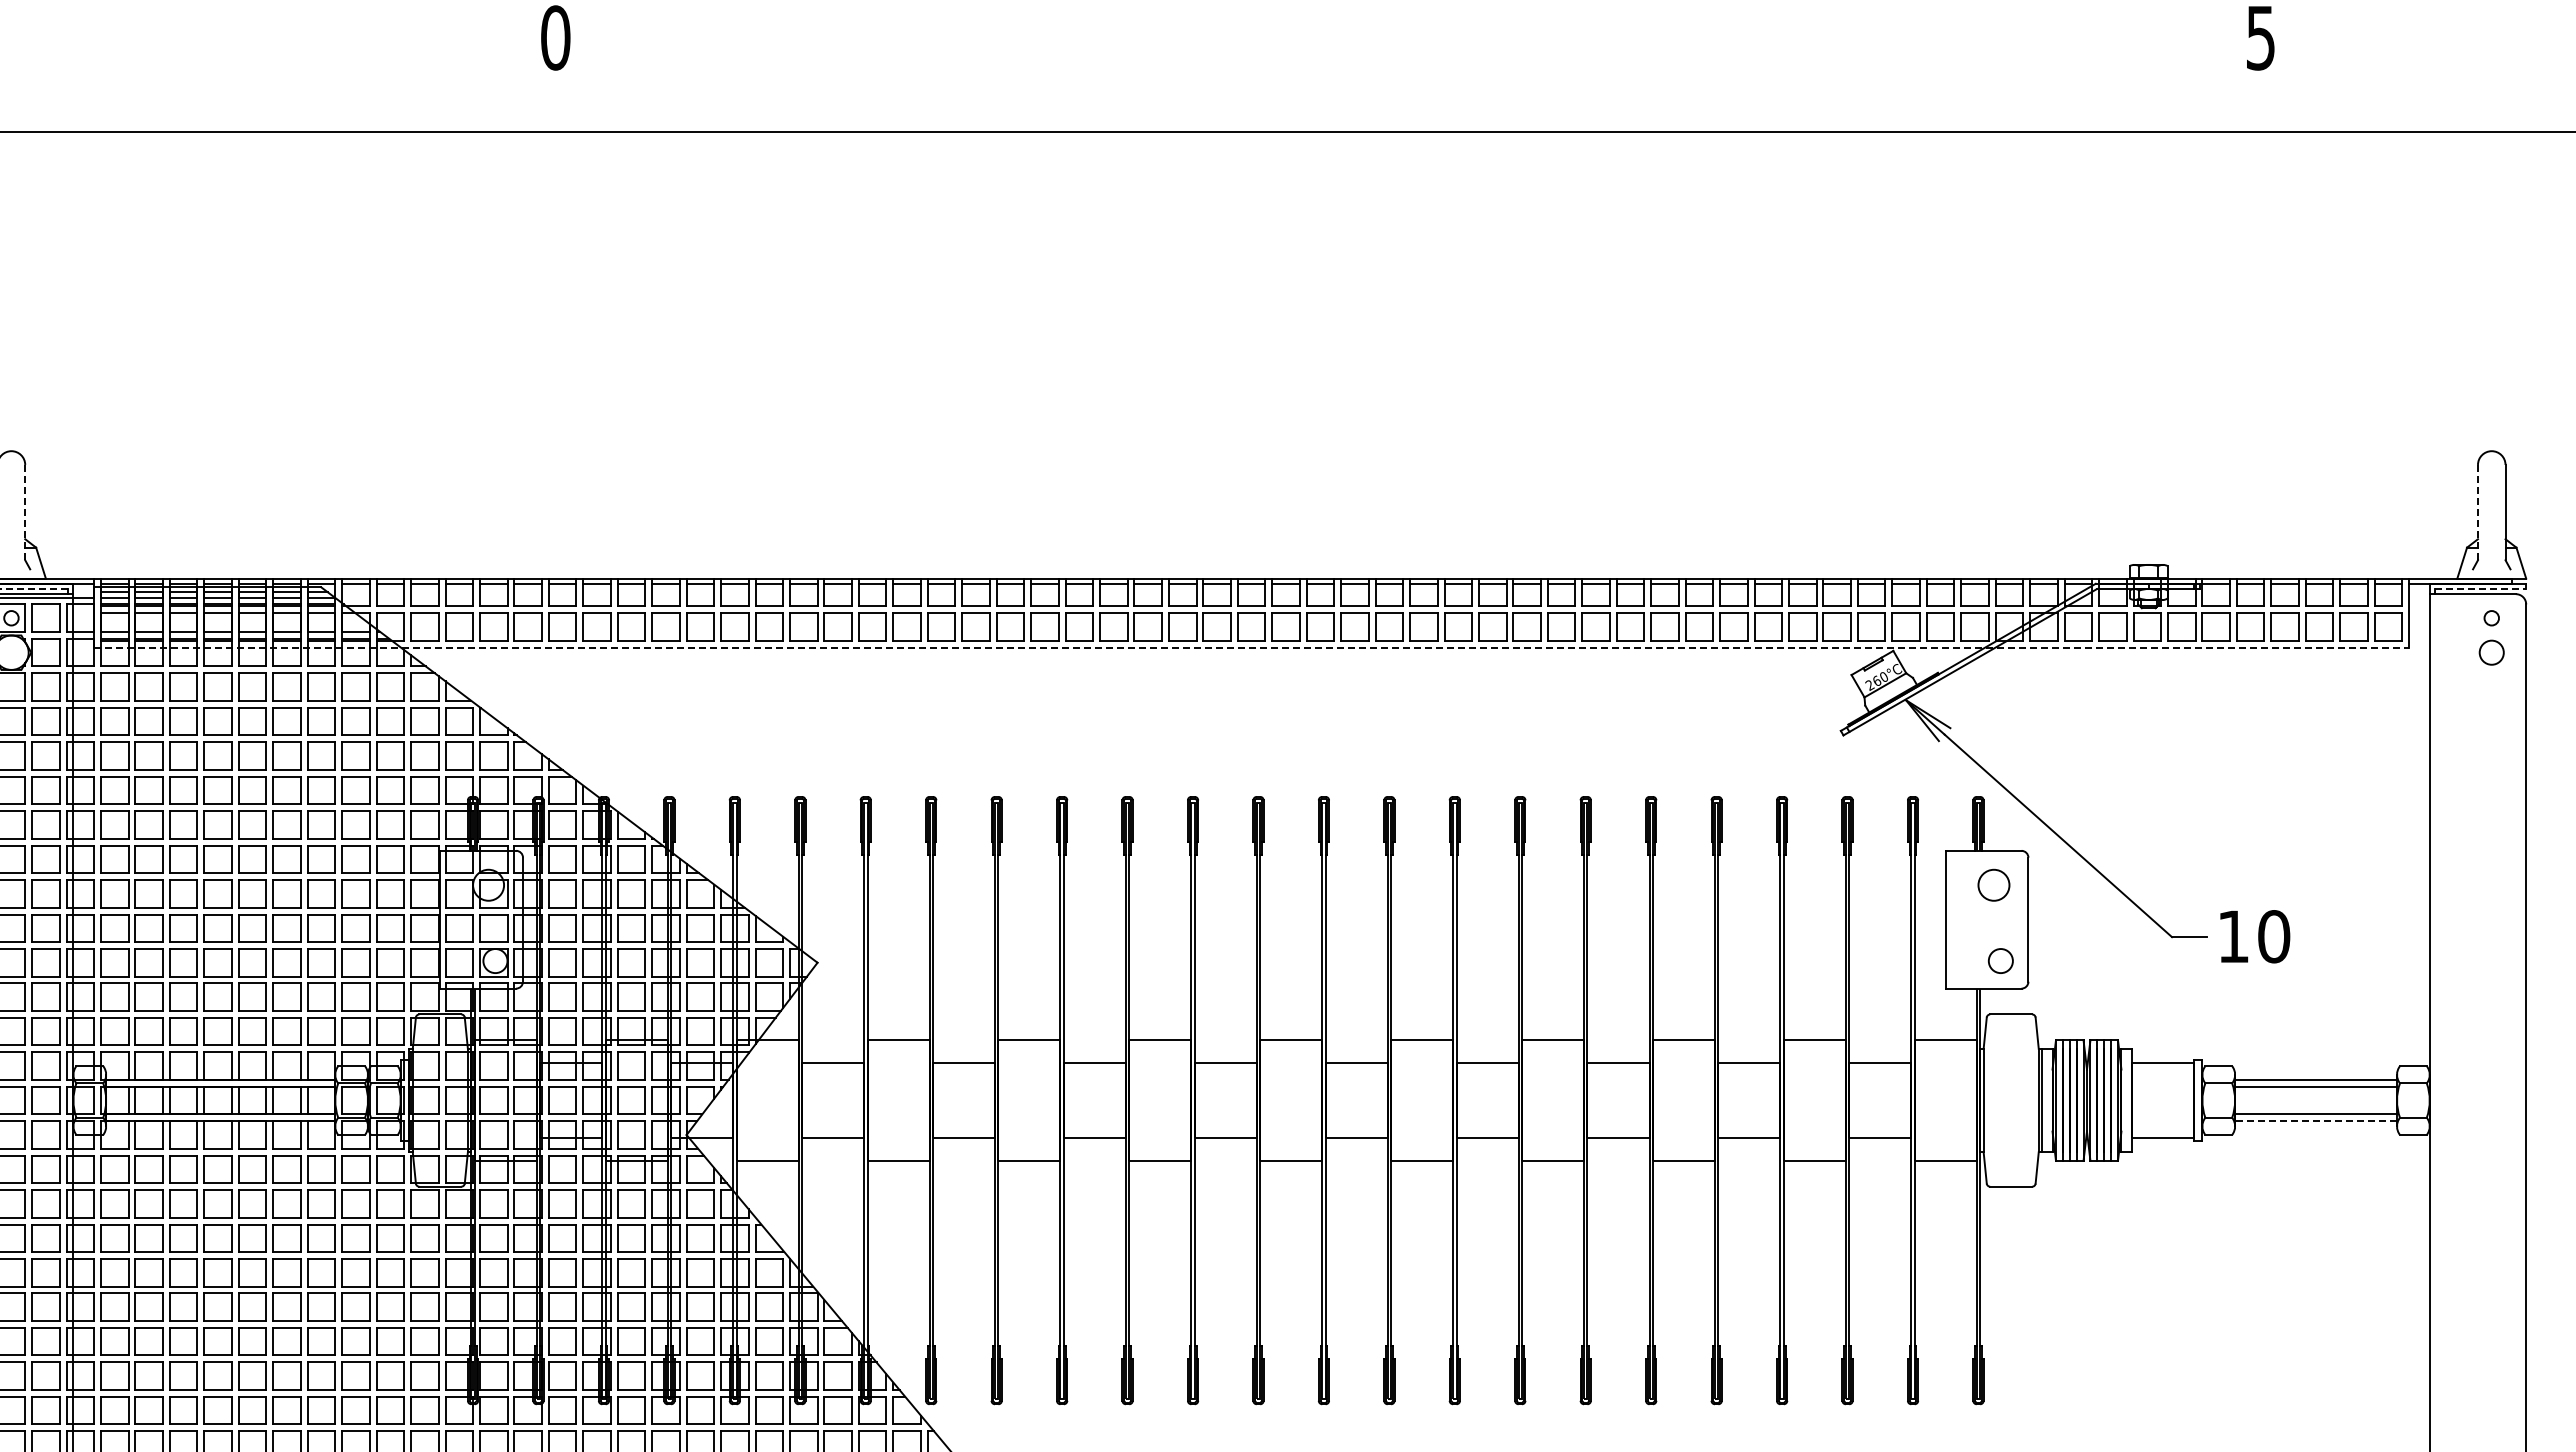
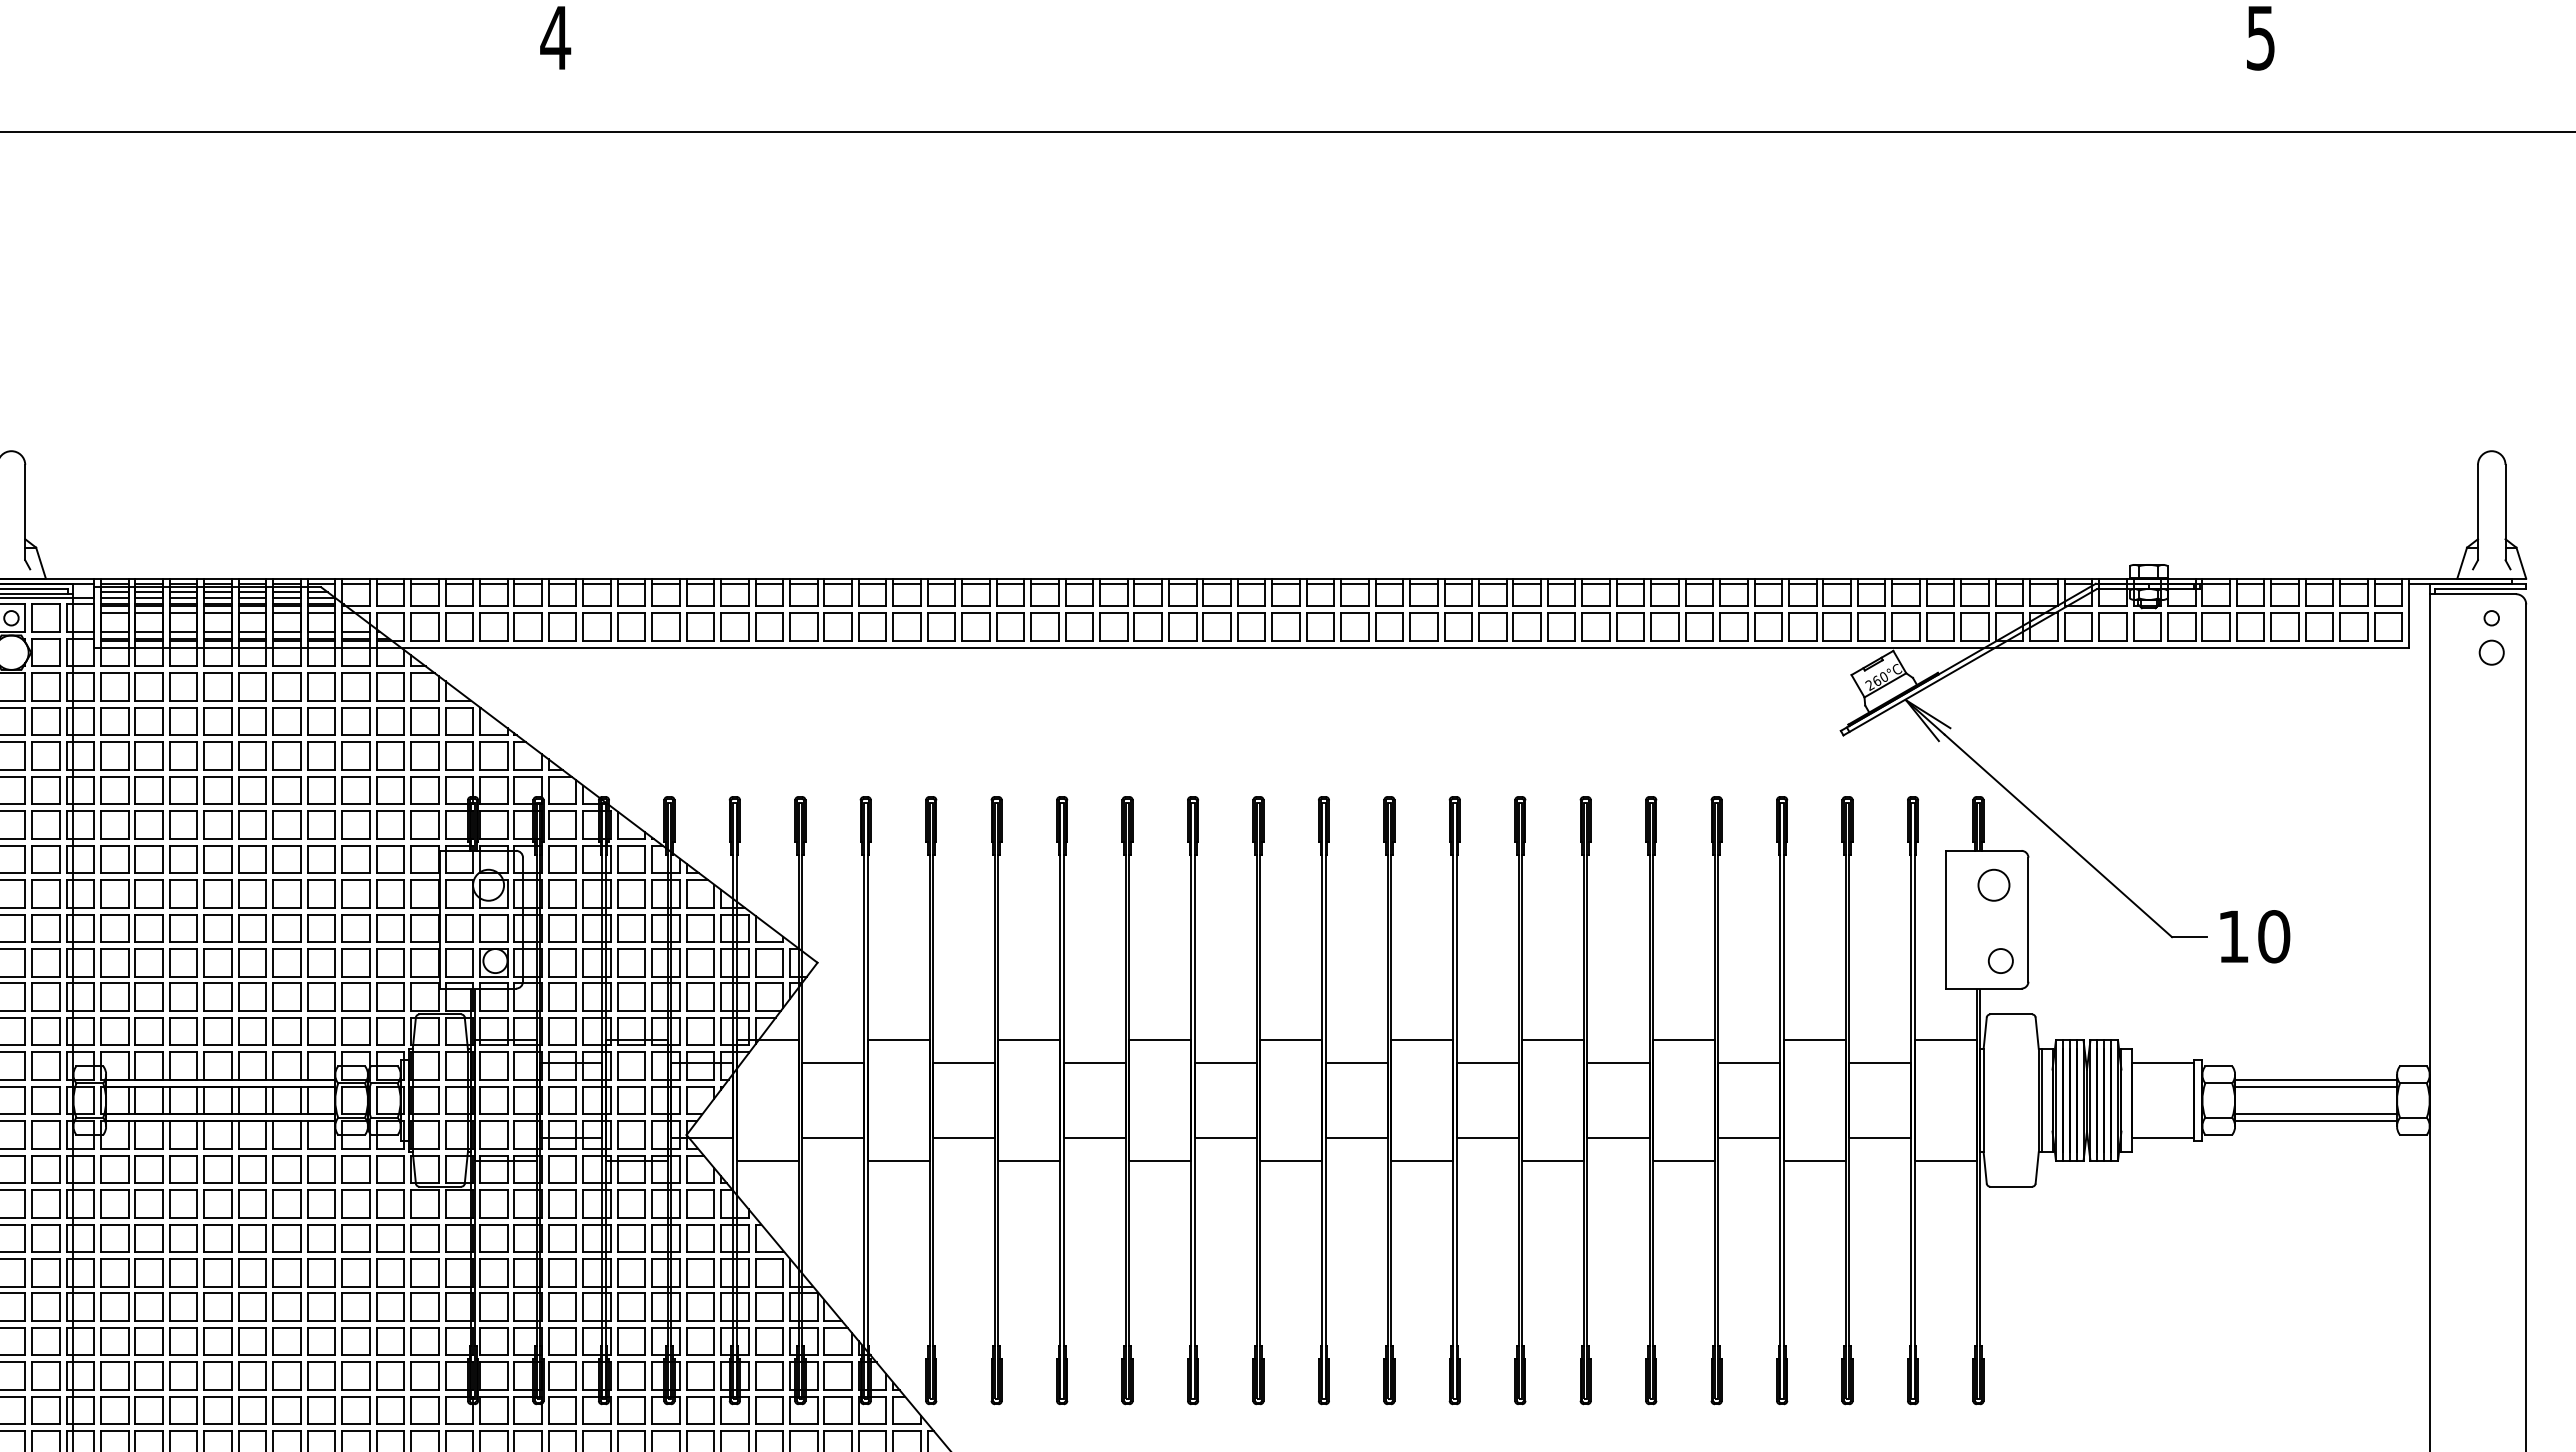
text at (555, 37): 0 -> 4
line at (25, 512): dashed -> solid
line at (2477, 512): dashed -> solid
line at (34, 588): dashed -> solid
line at (2480, 588): dashed -> solid
line at (1252, 647): dashed -> solid
line at (2316, 1121): dashed -> solid
